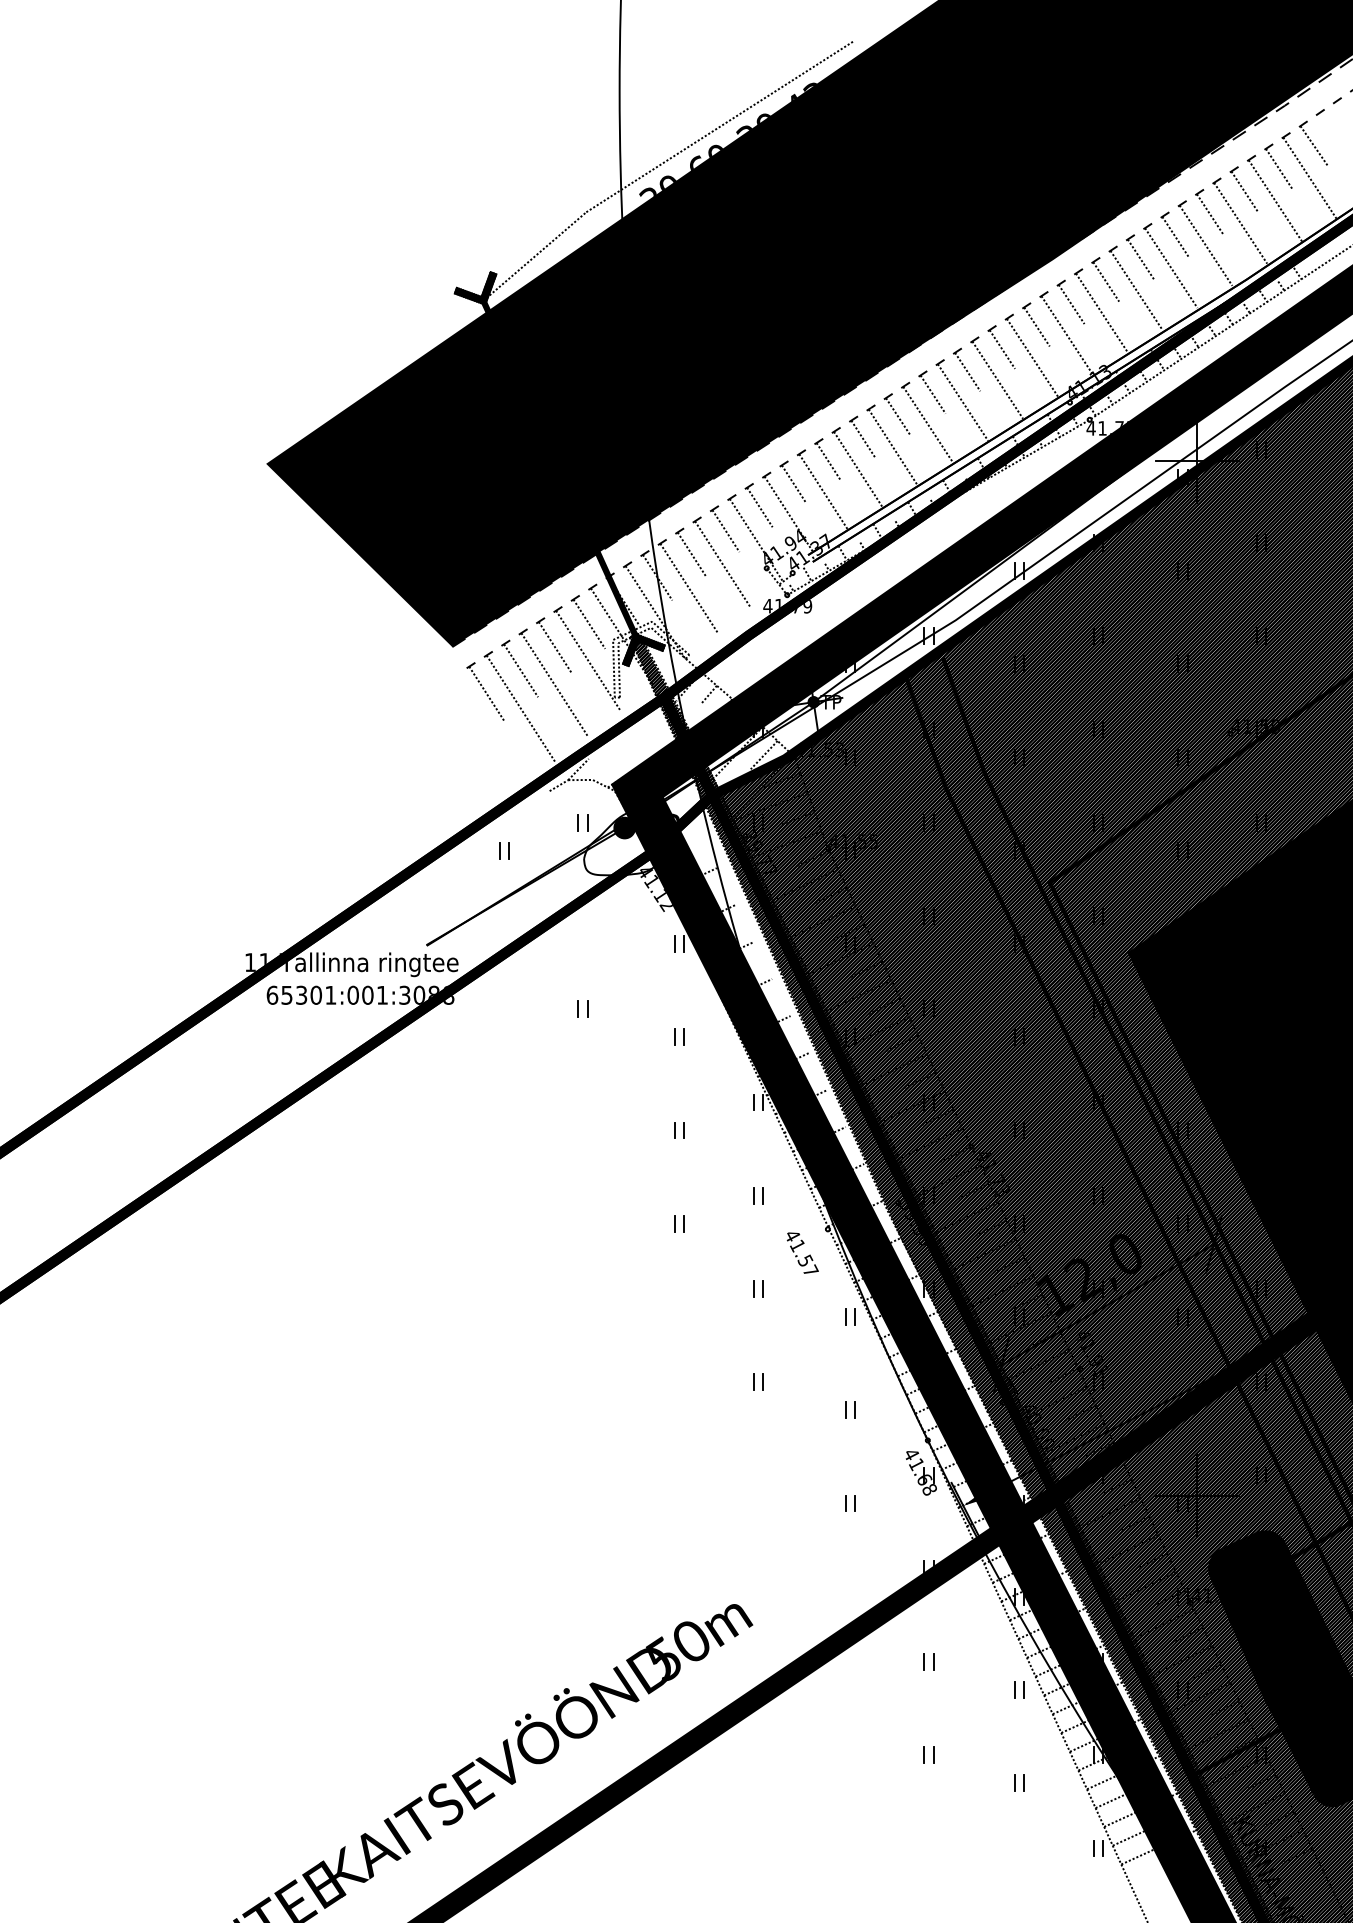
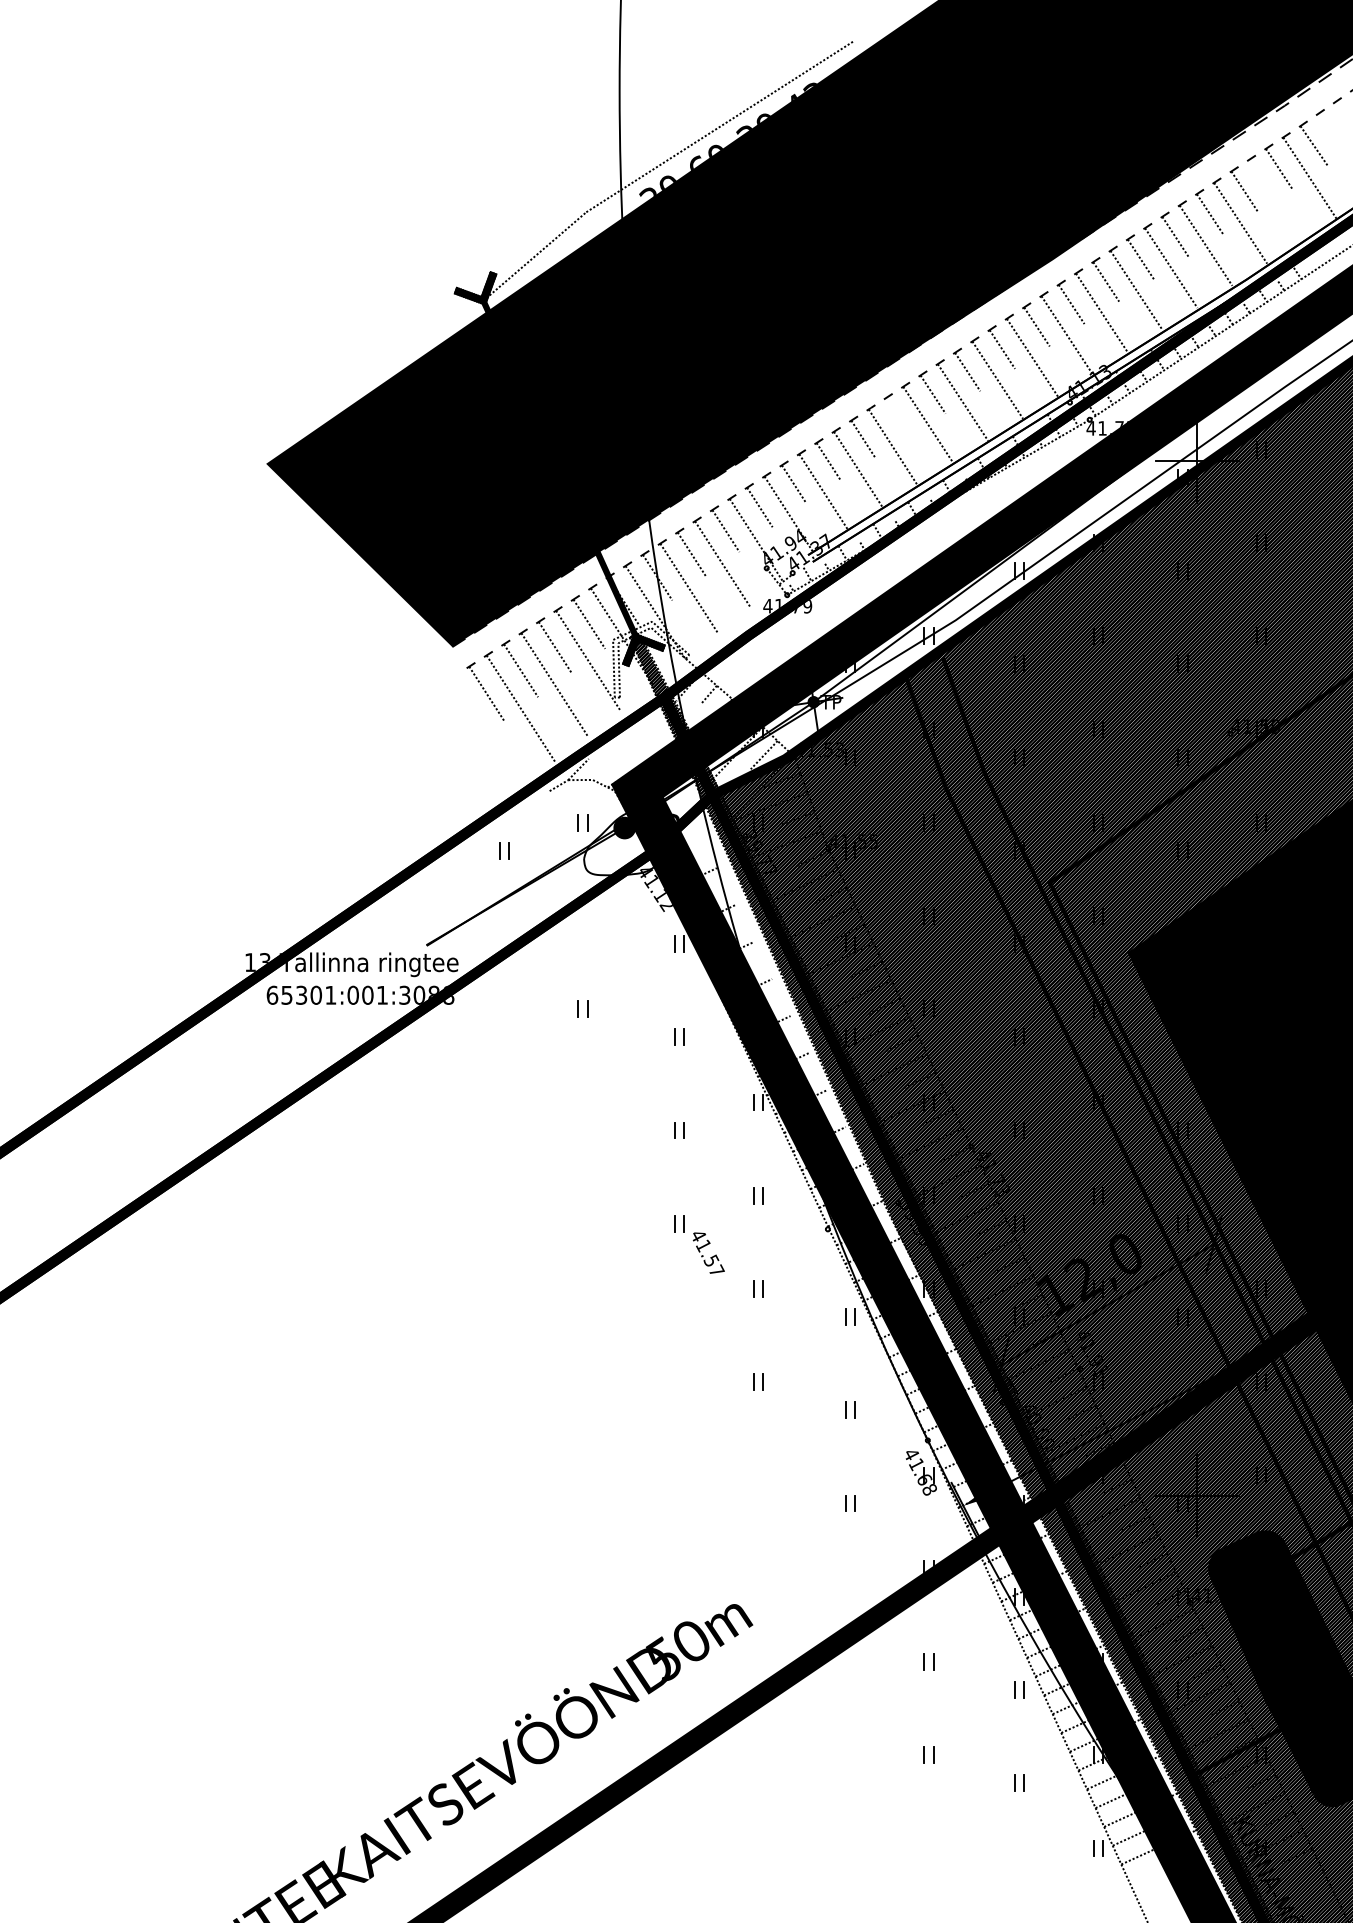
line at (1275, 200): present -> none
line at (898, 417): present -> none
text at (265, 958): 11 -> 13
text at (802, 1252) position: (802, 1252) -> (708, 1252)
